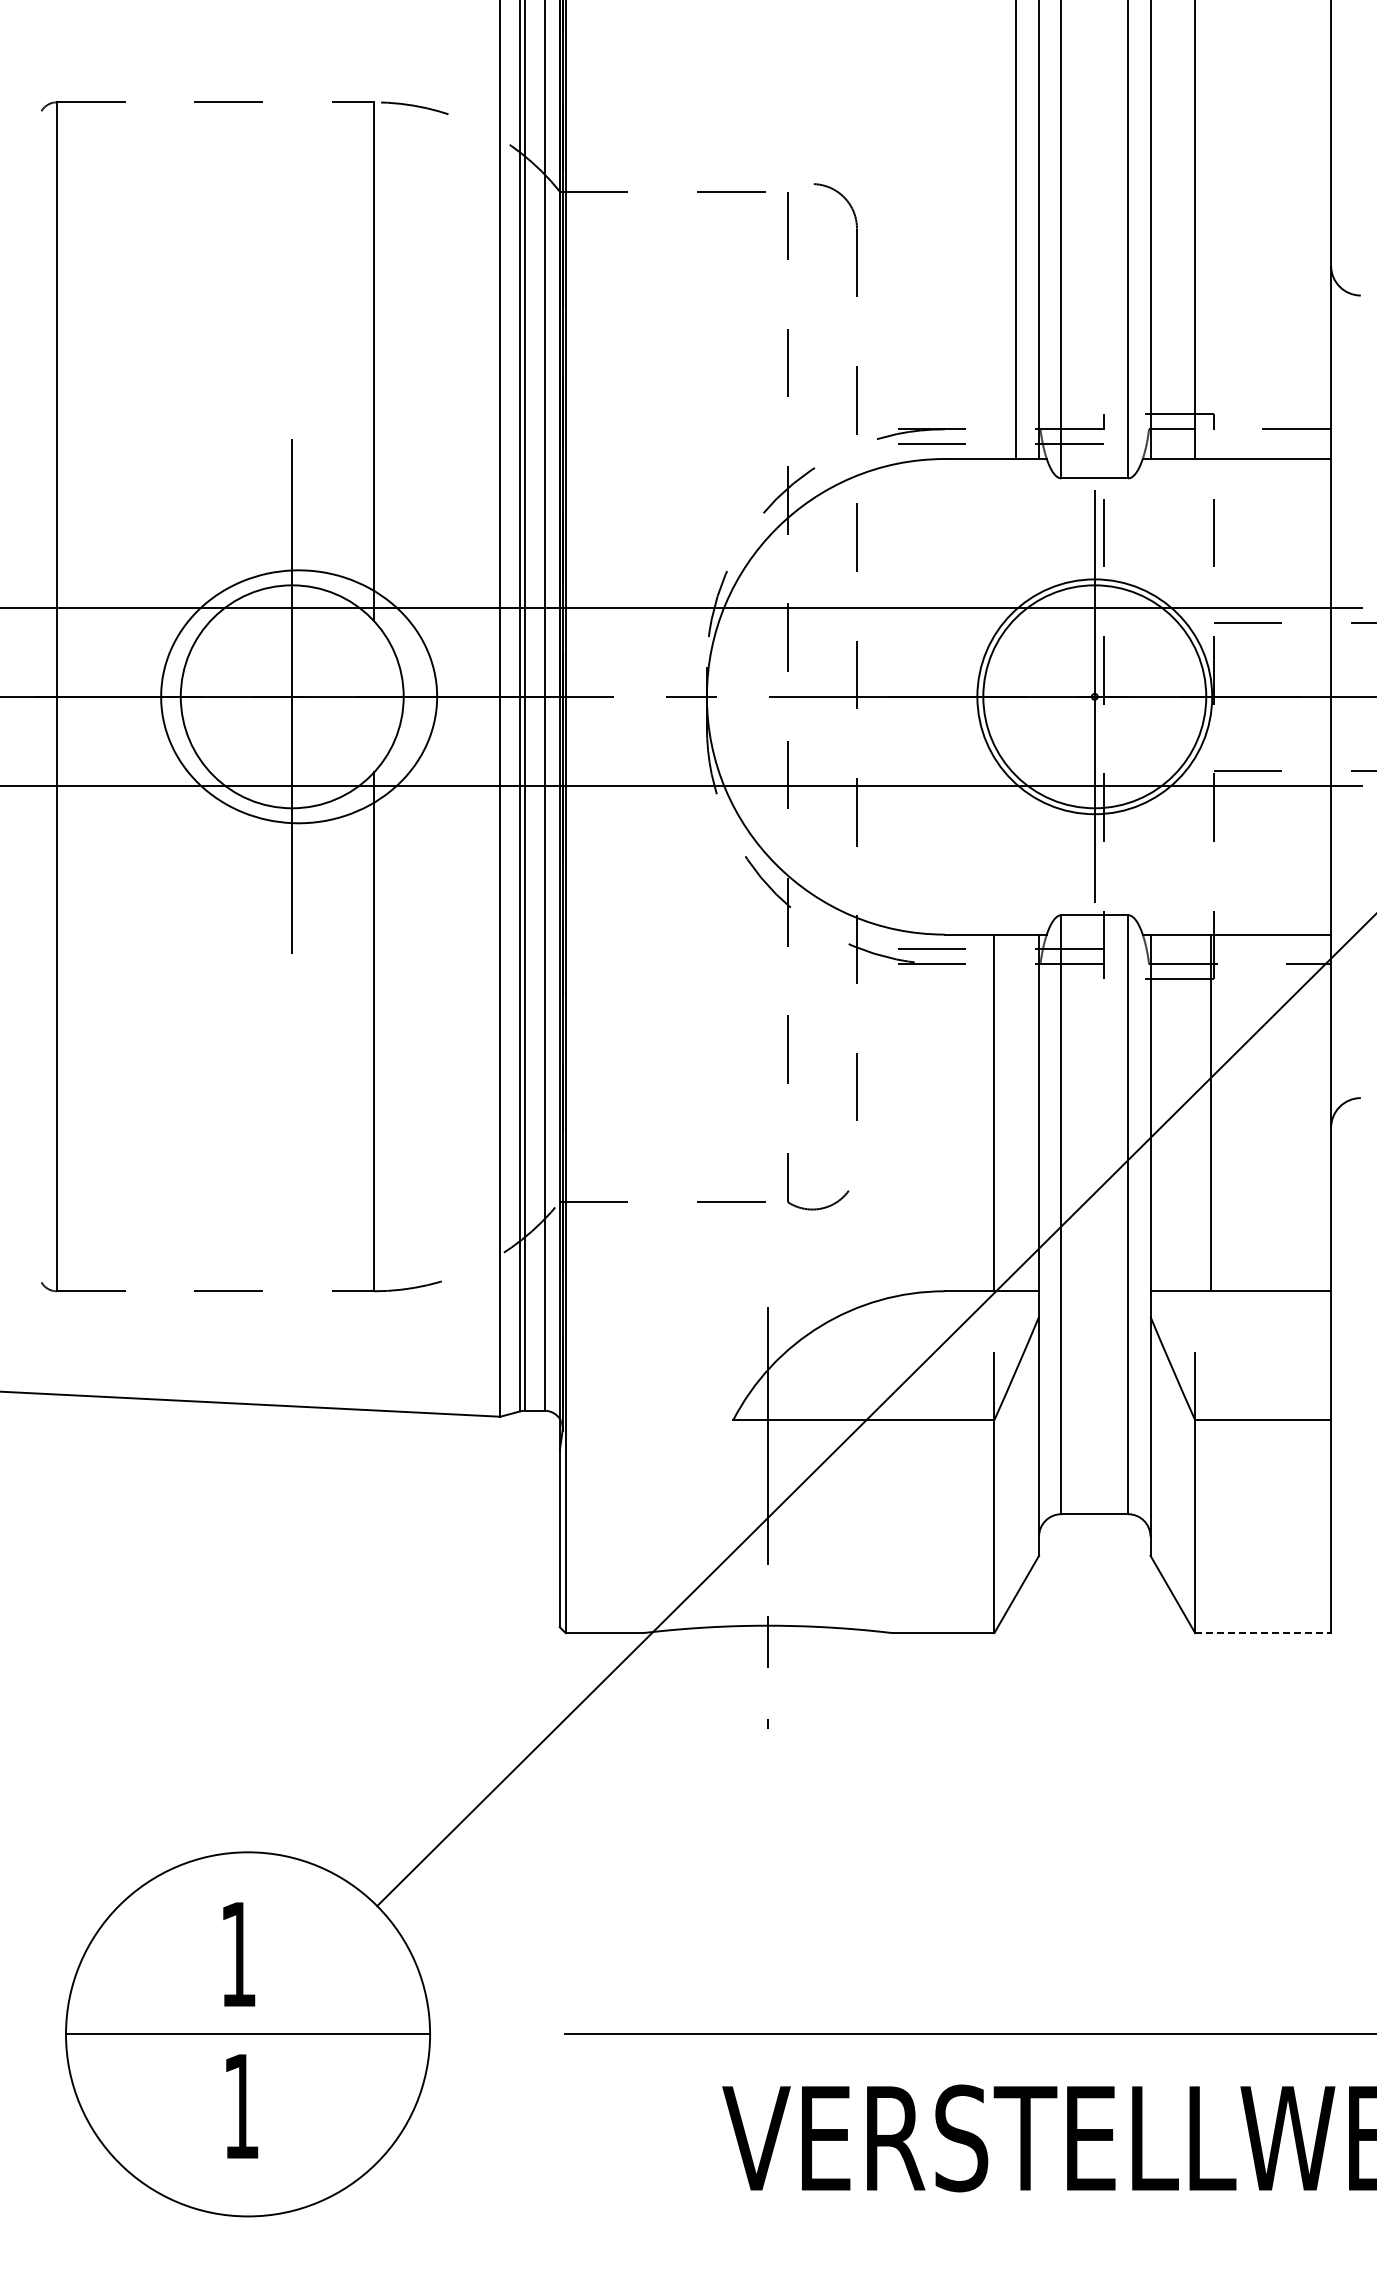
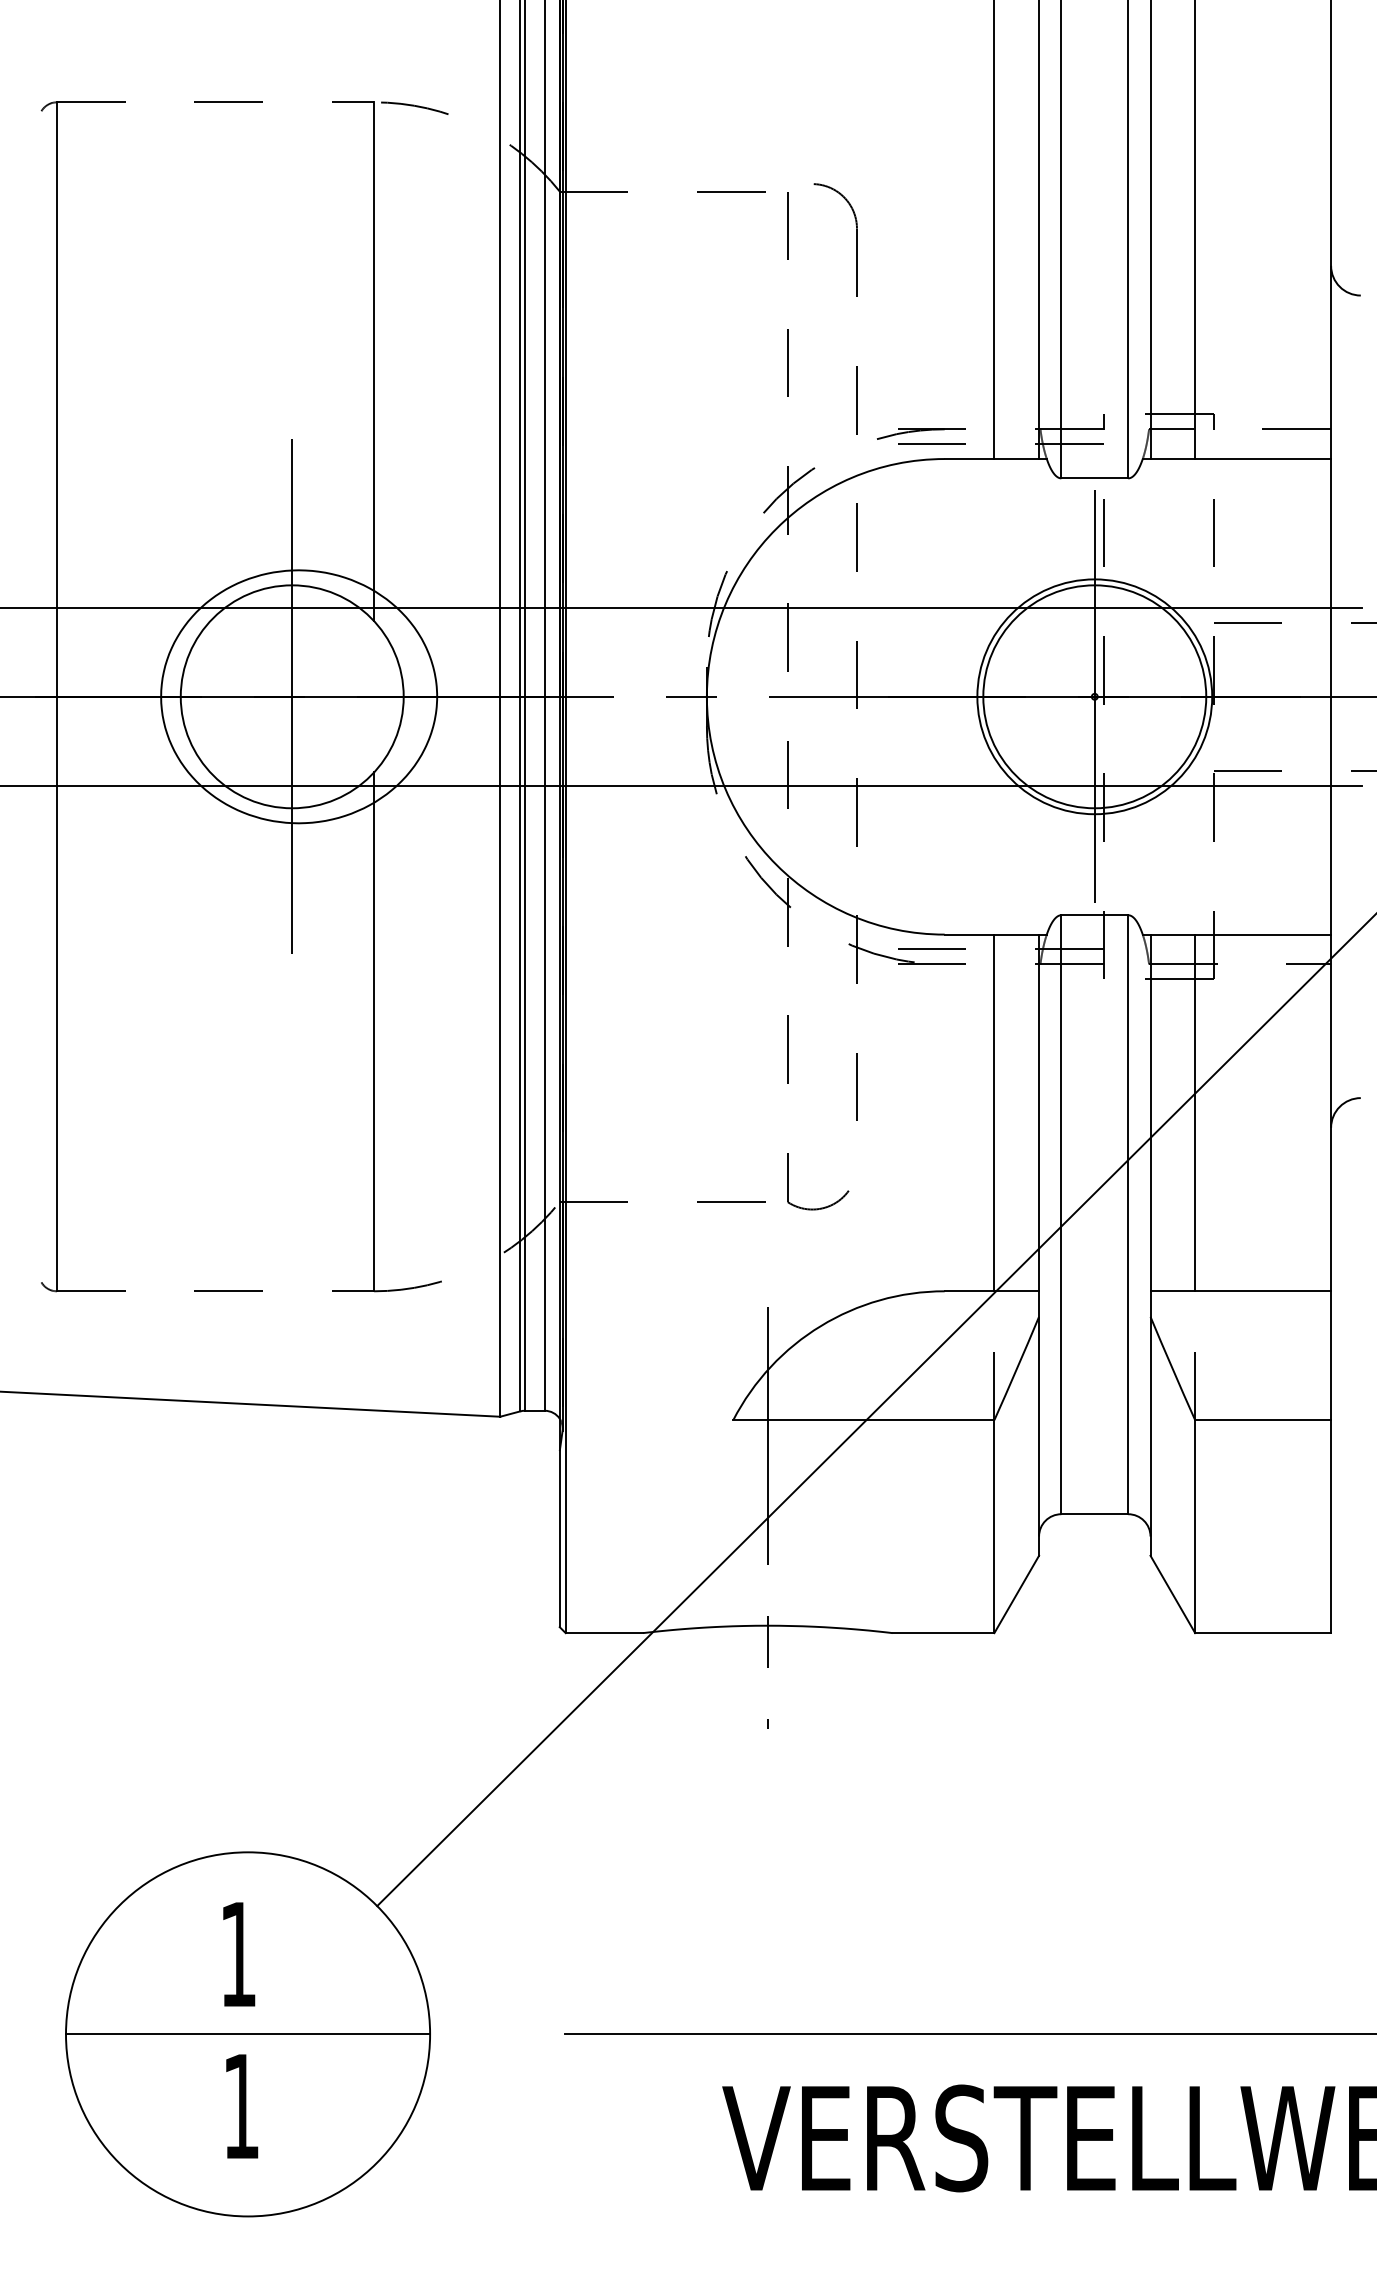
line at (1016, 230) position: (1016, 230) -> (994, 230)
line at (1211, 1112) position: (1211, 1112) -> (1195, 1112)
line at (1263, 1633): dashed -> solid
